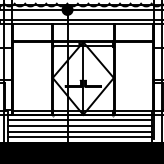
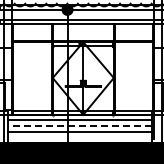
line at (79, 126): solid -> dashed
line at (79, 137): present -> none
